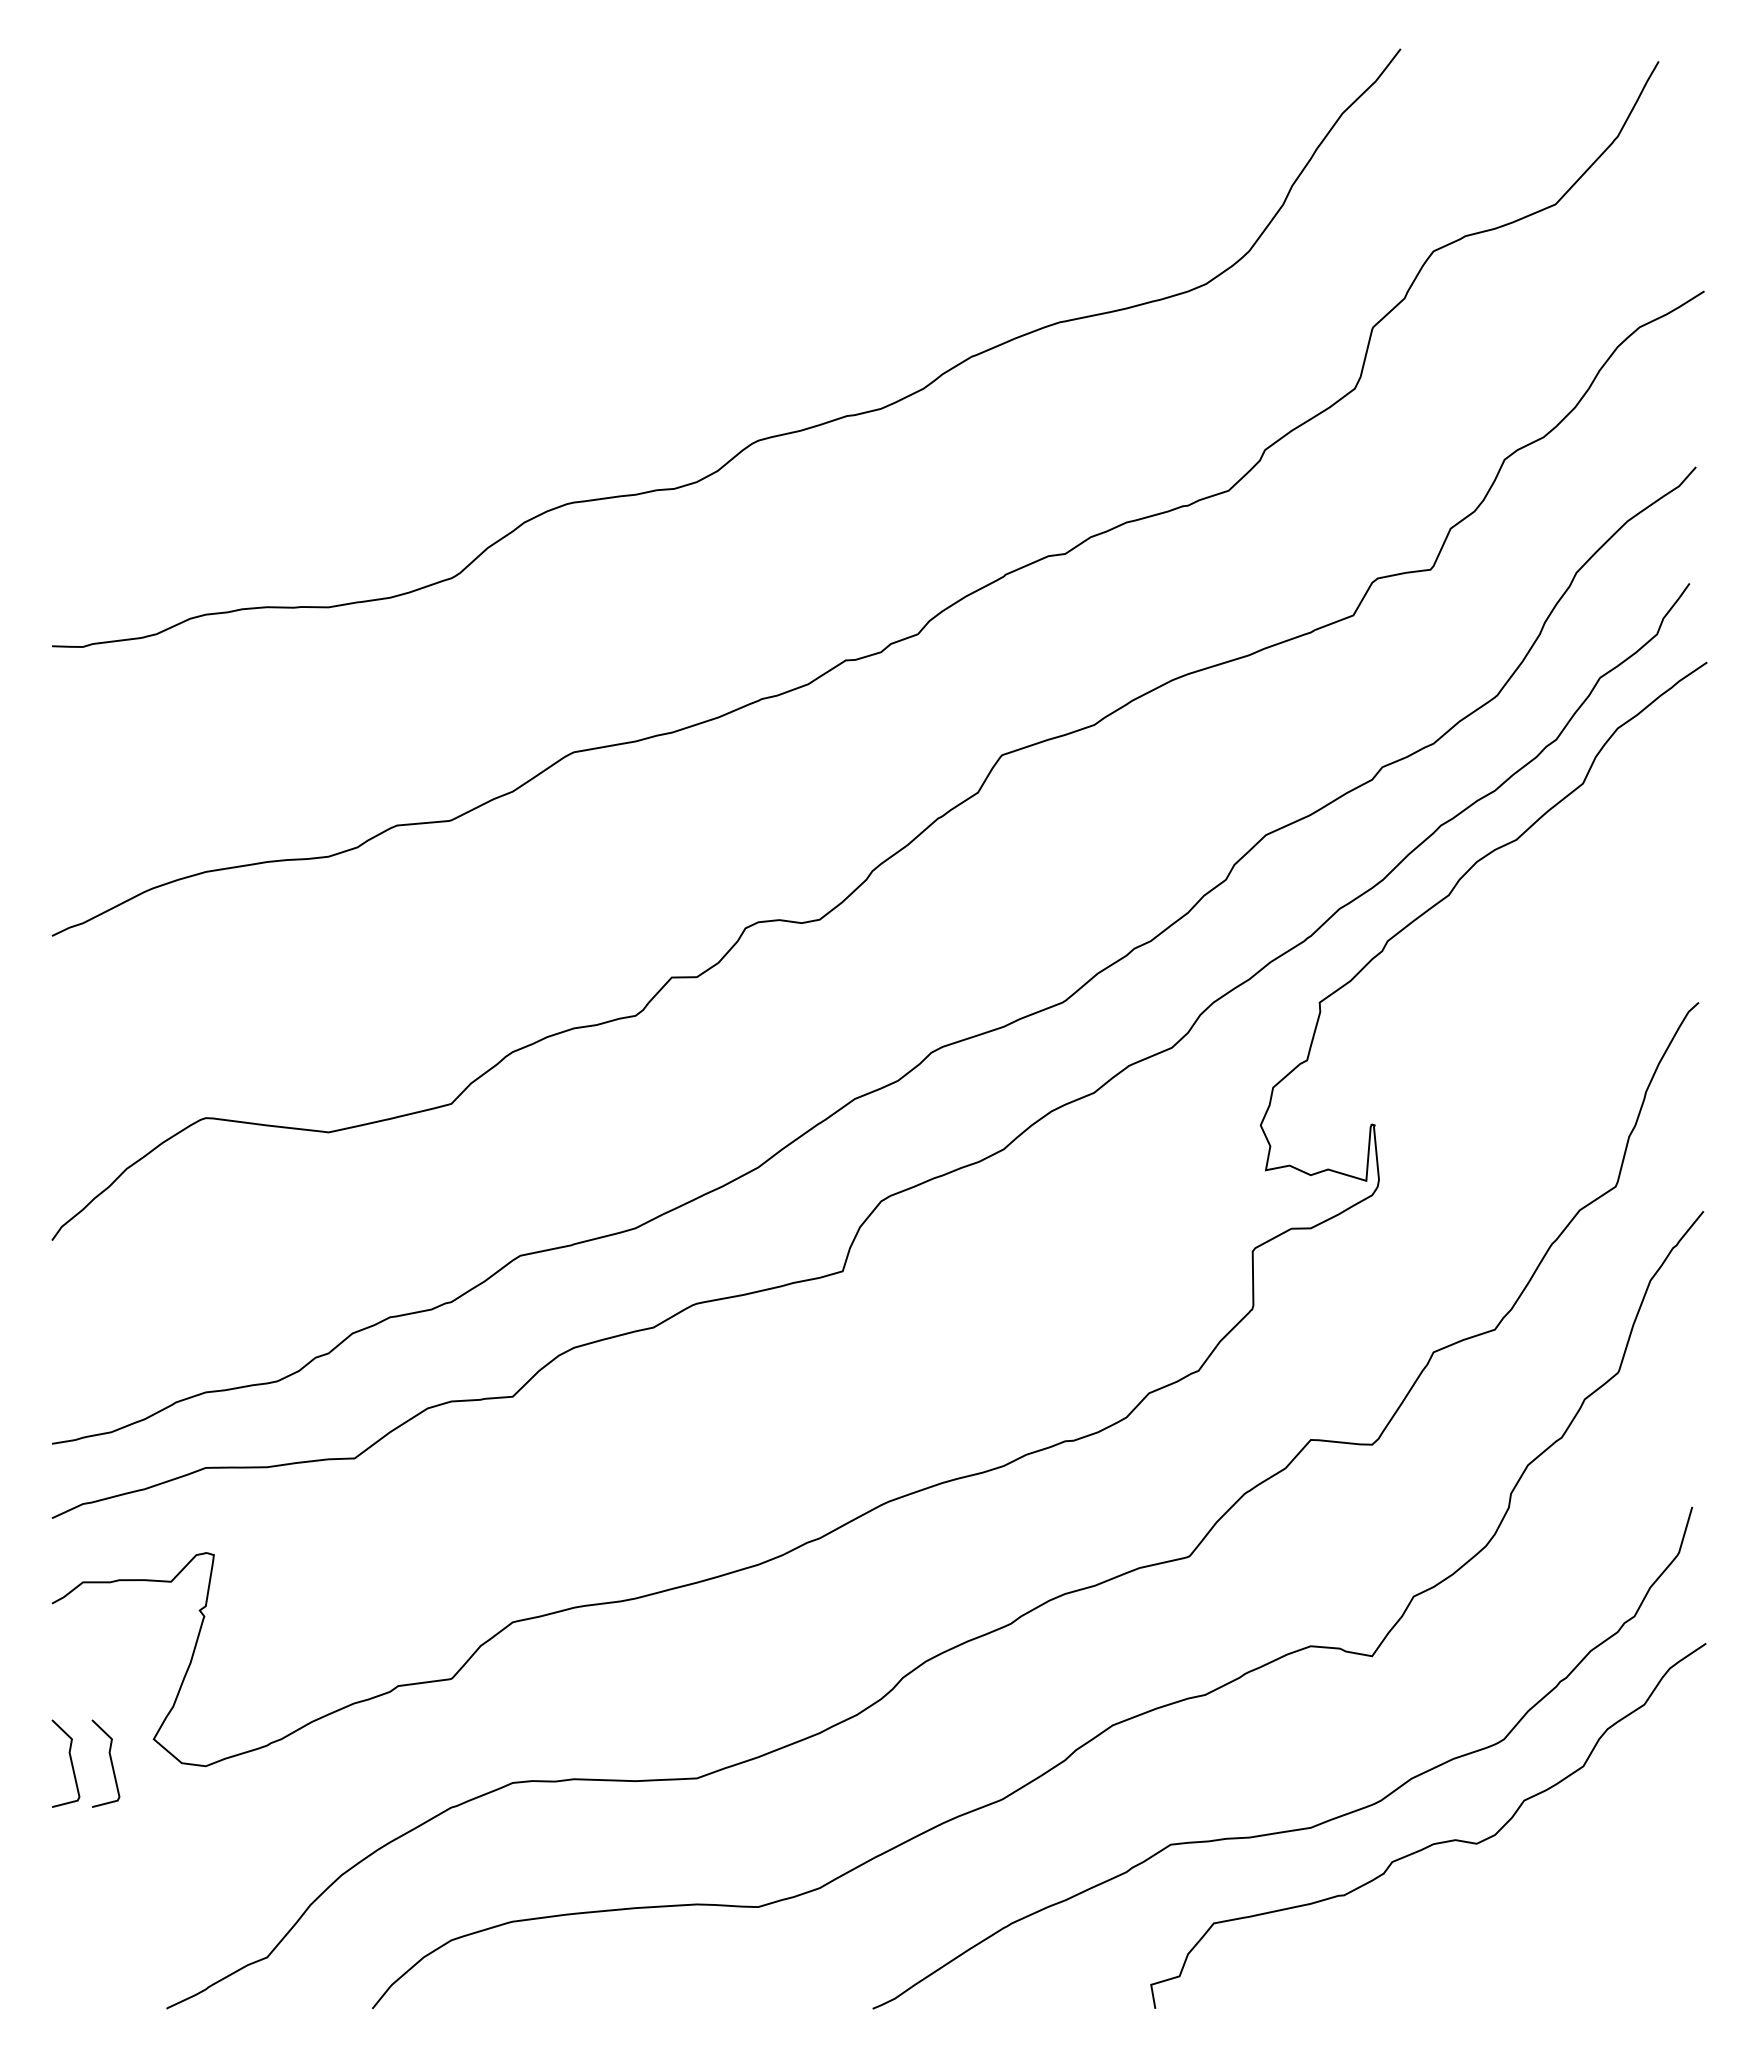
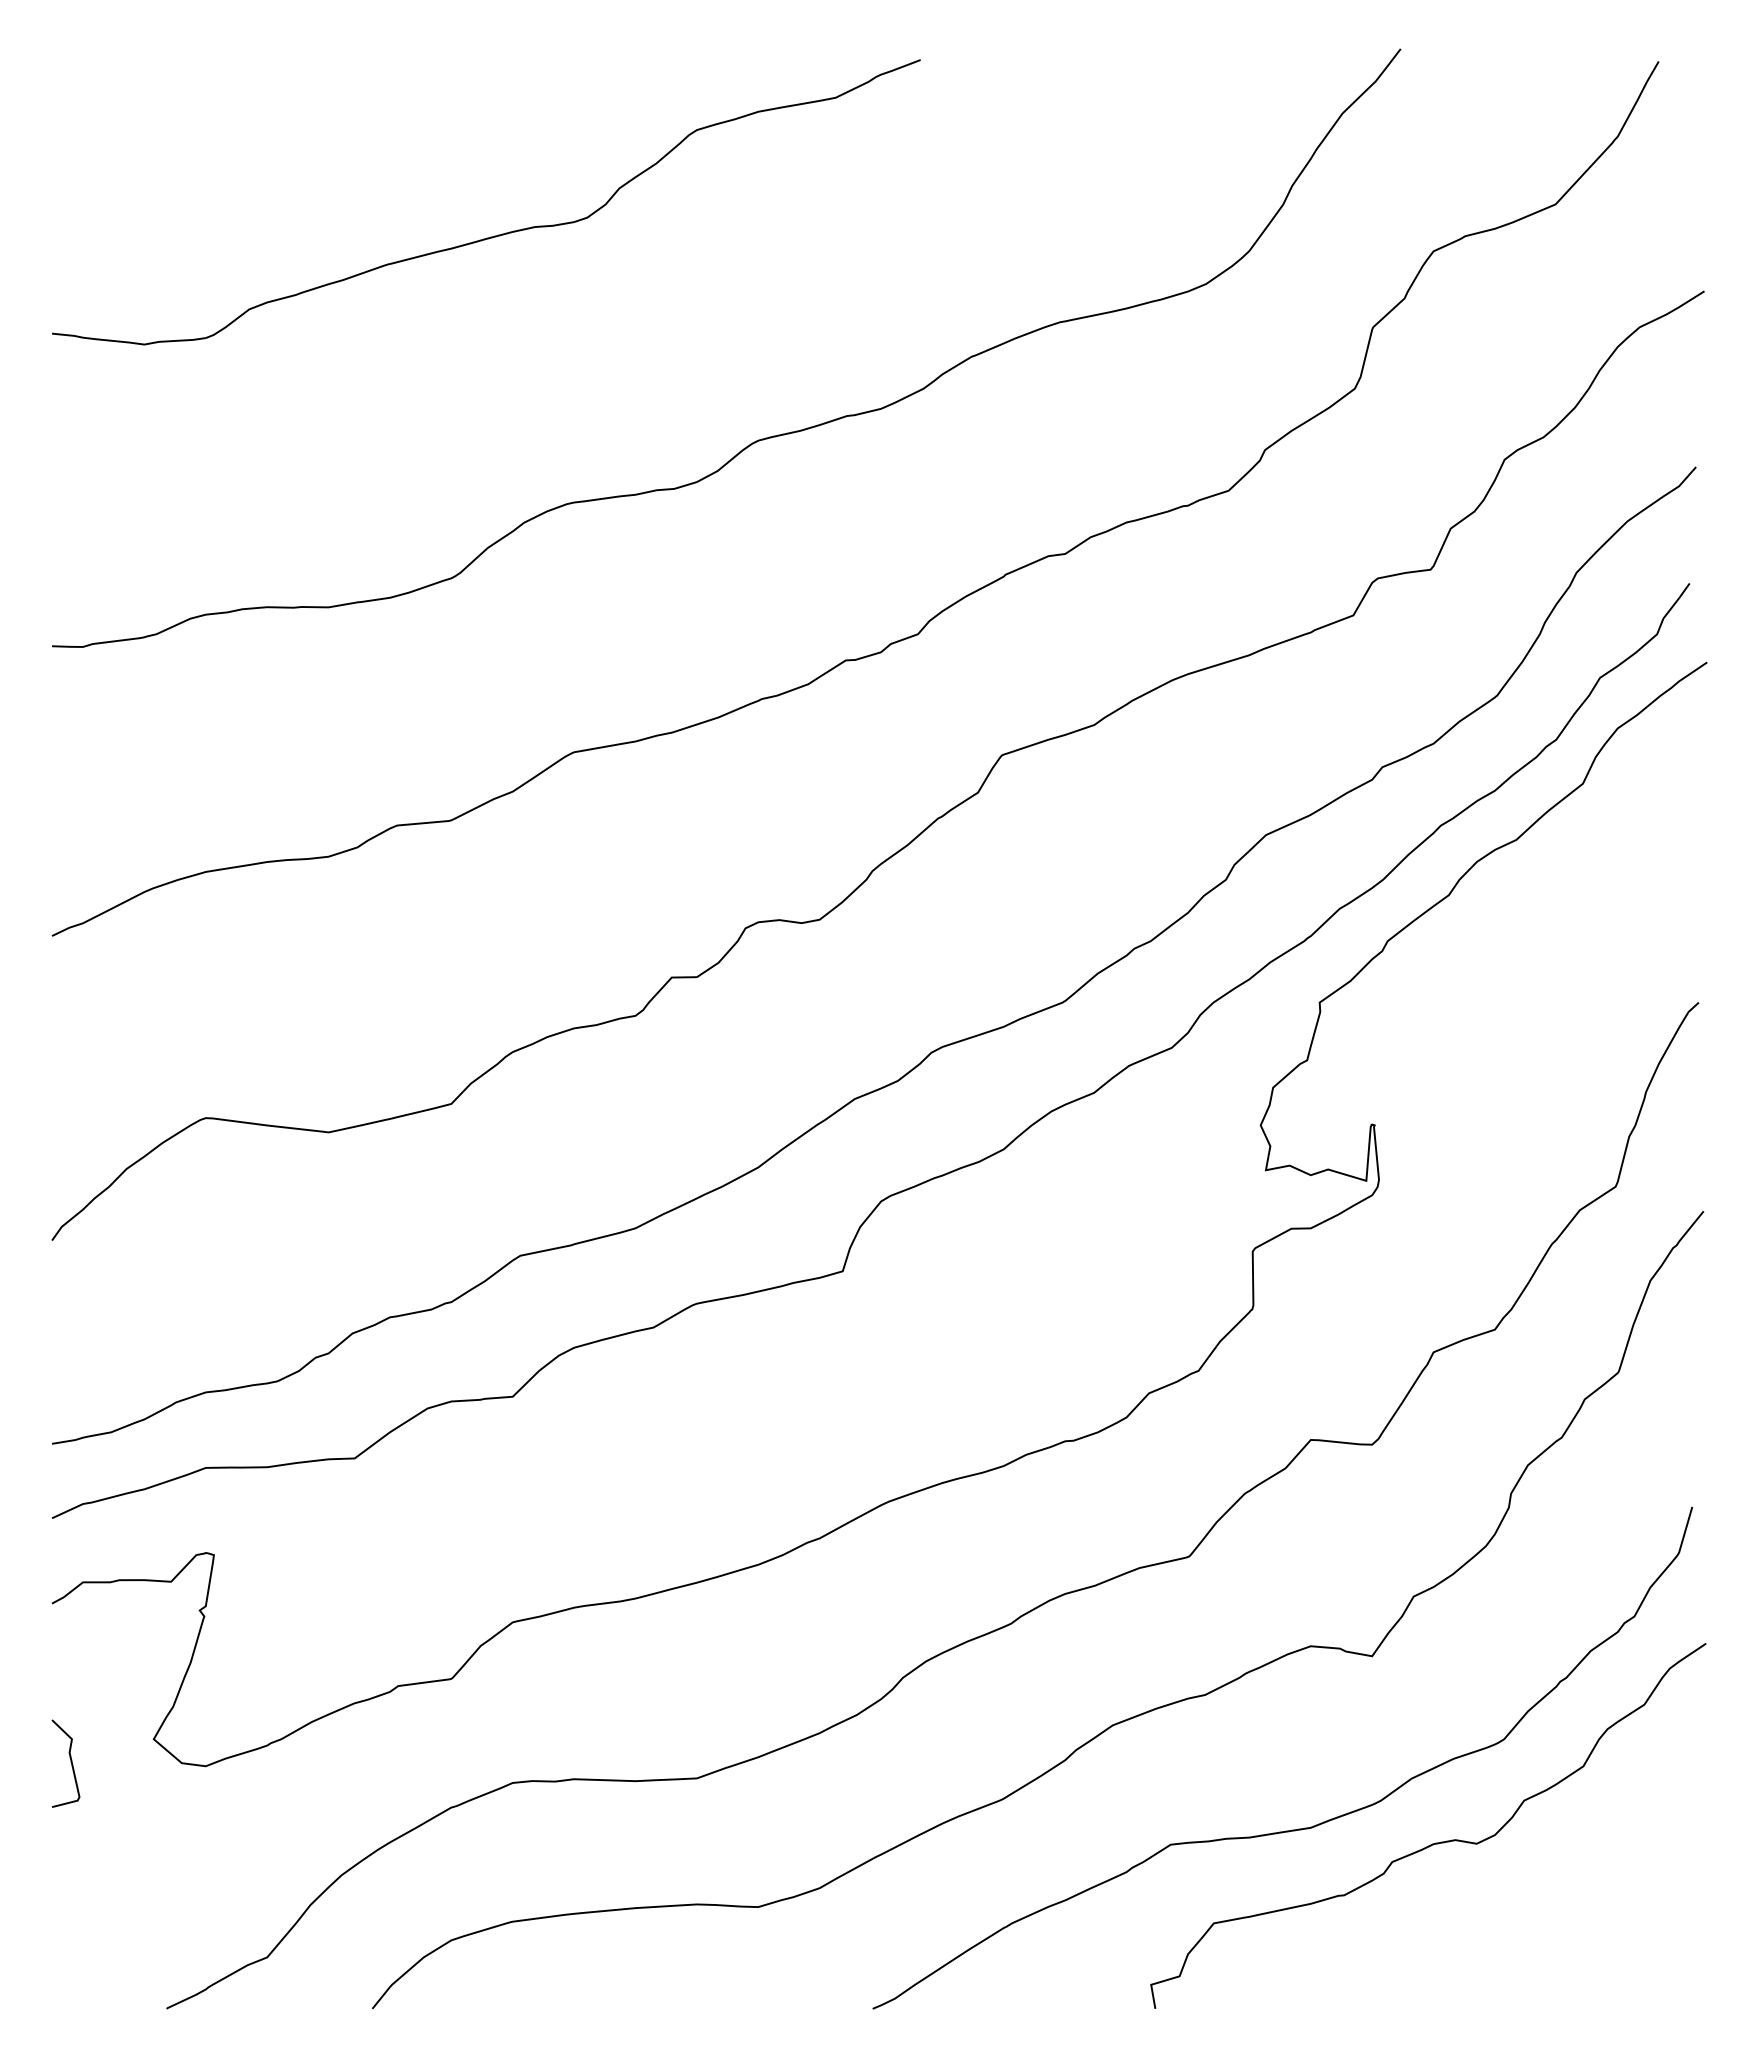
part at (494, 235): none -> present
curve at (110, 1762): present -> none
